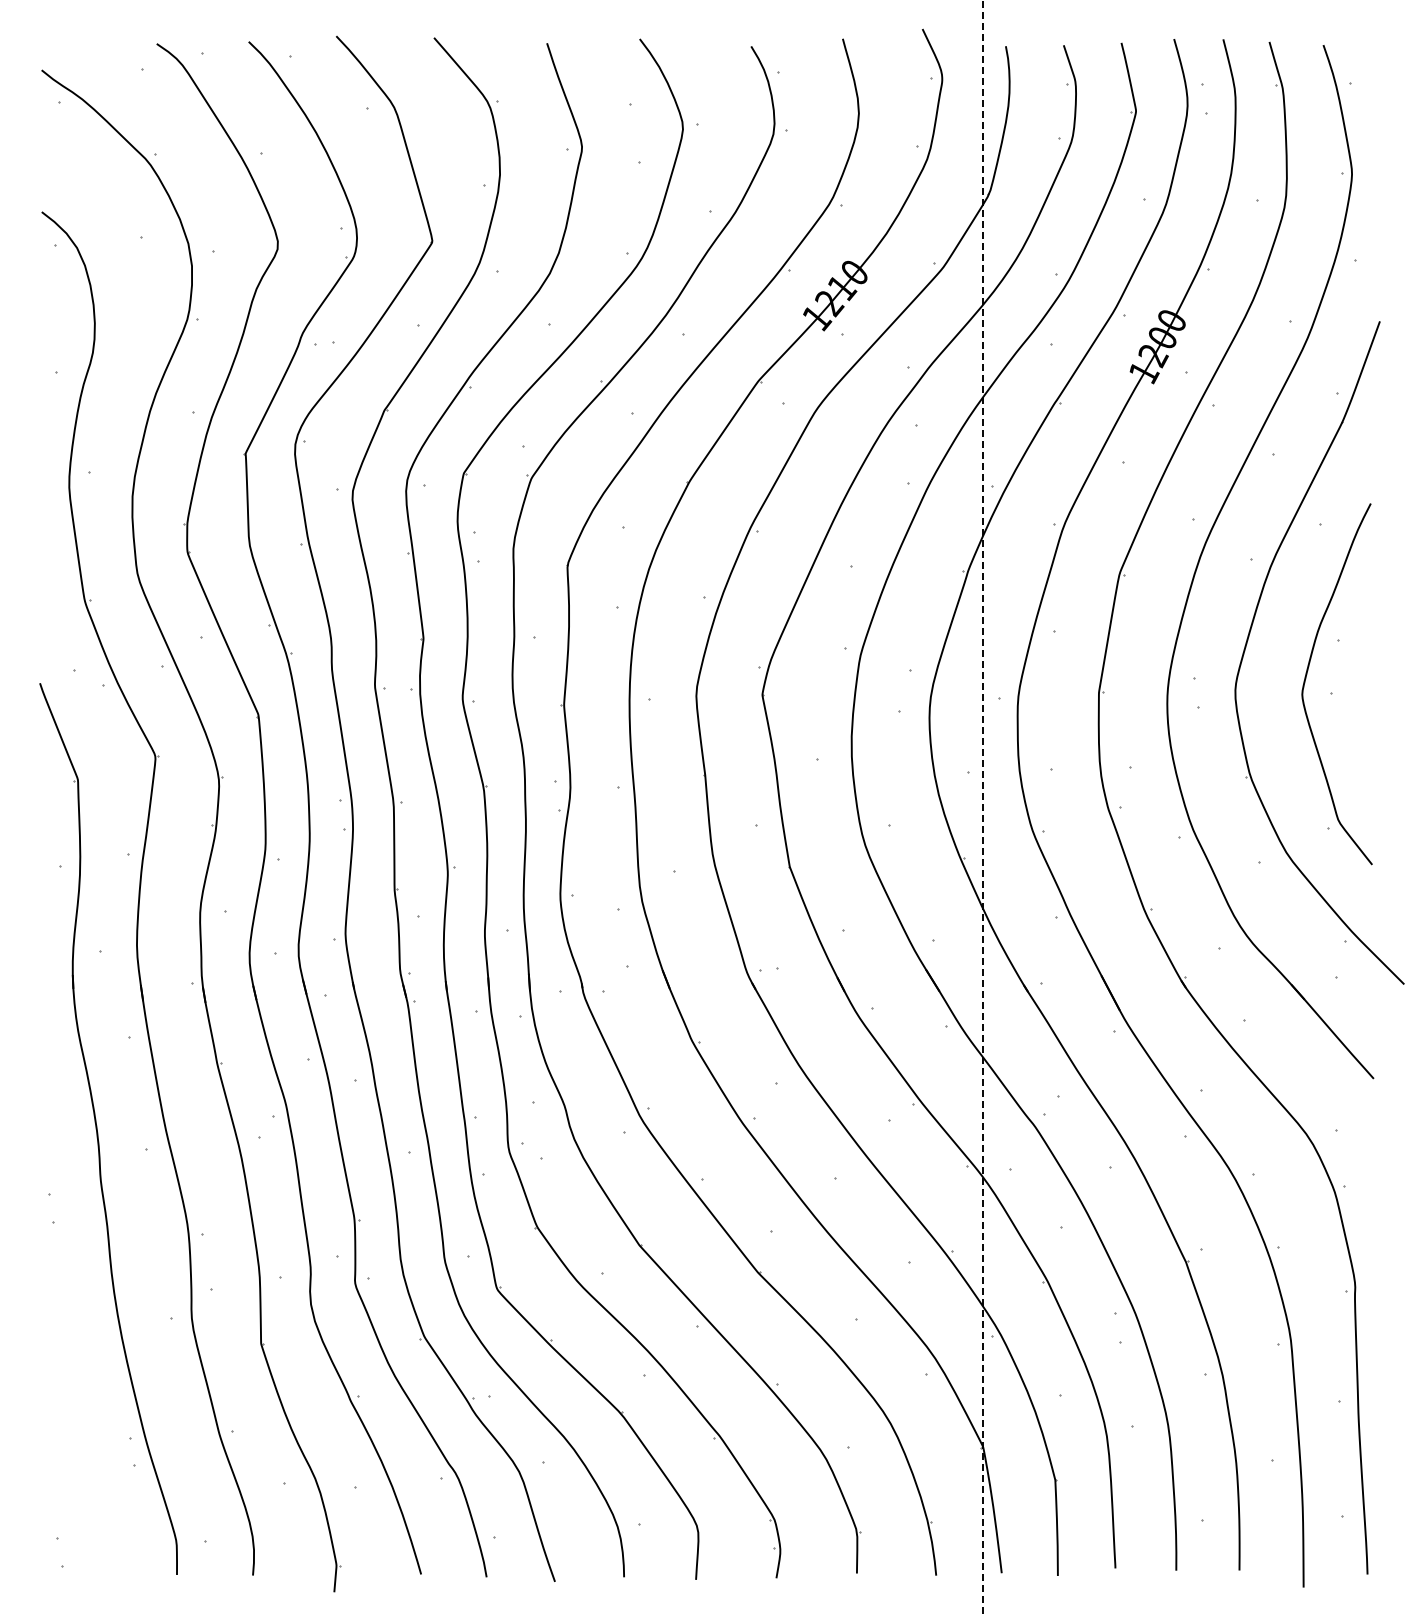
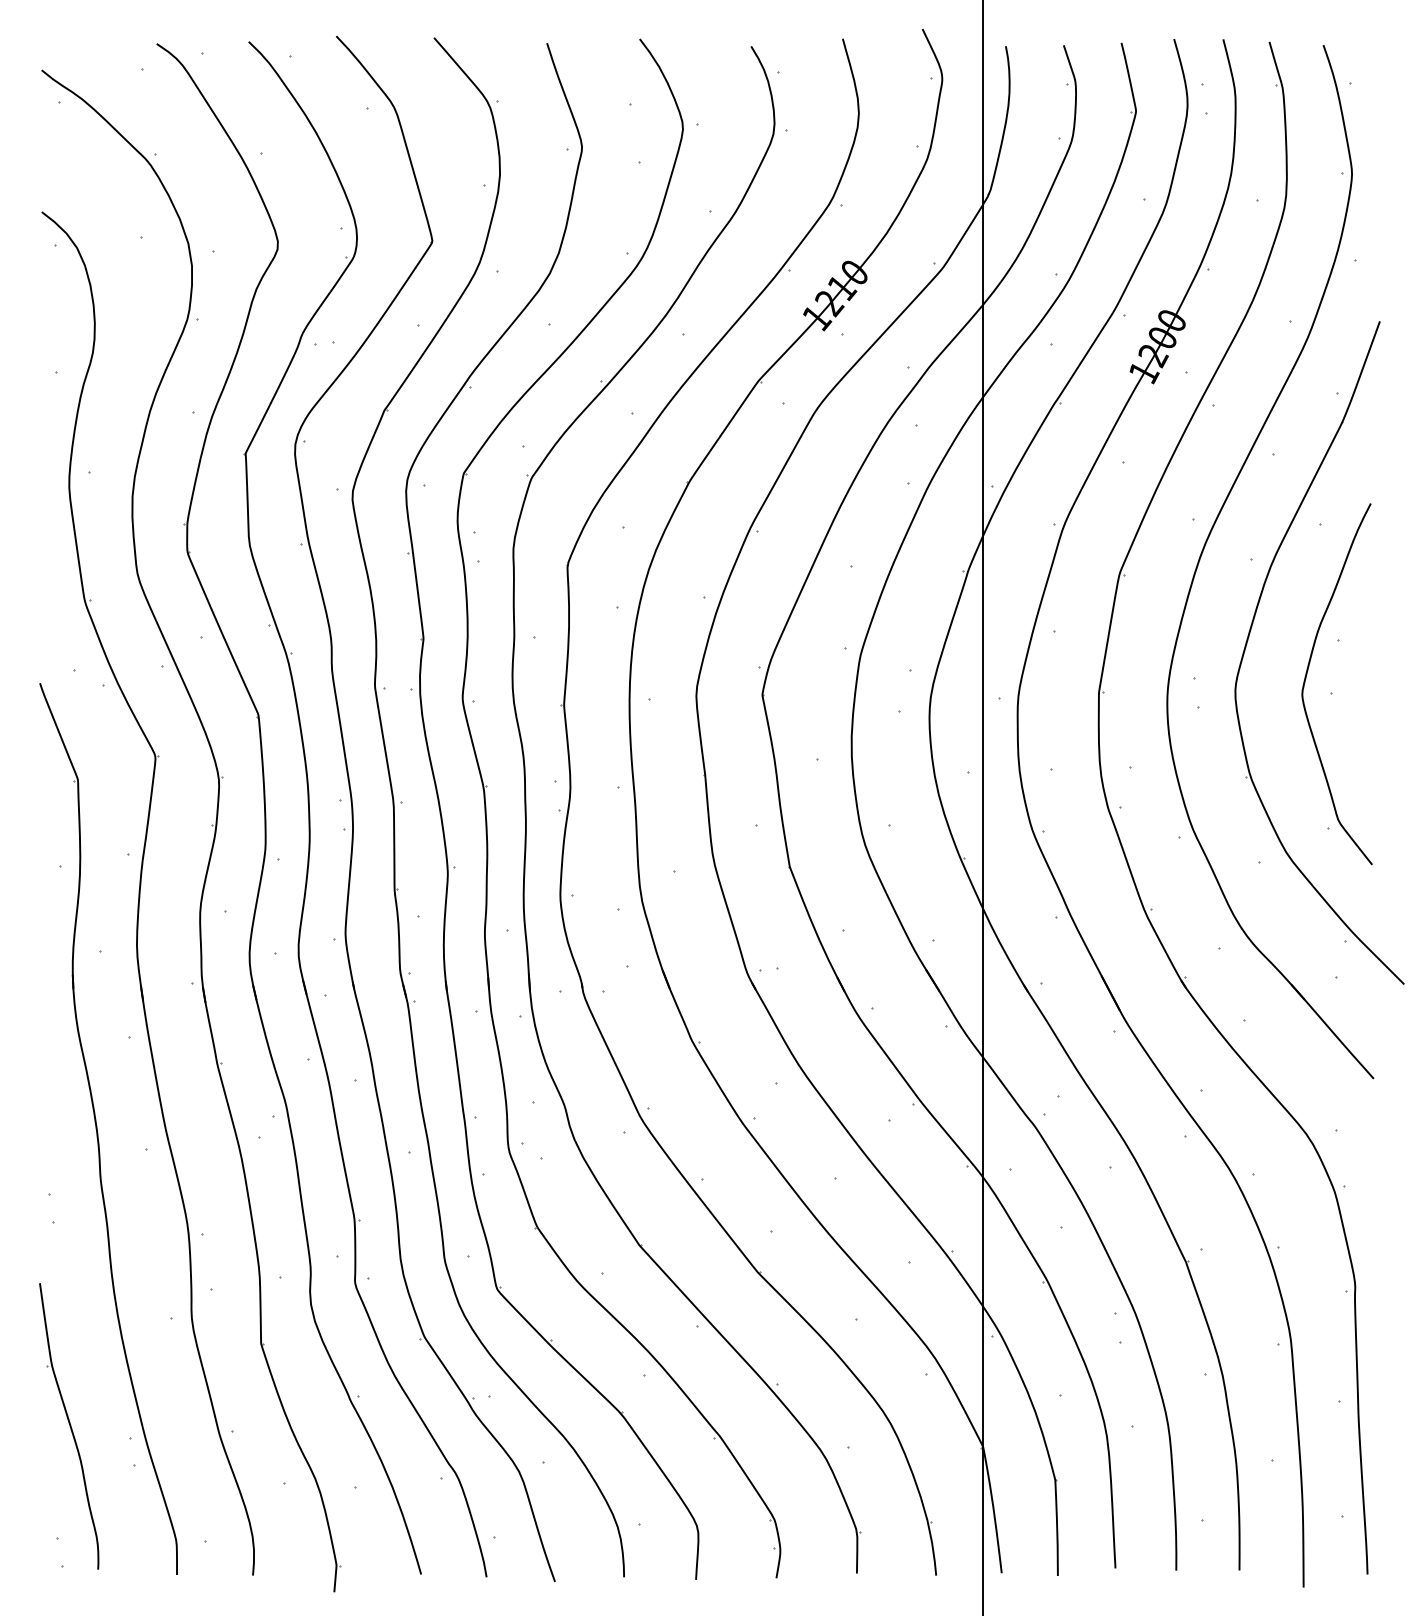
line at (982, 808): dashed -> solid
part at (69, 1426): none -> present
